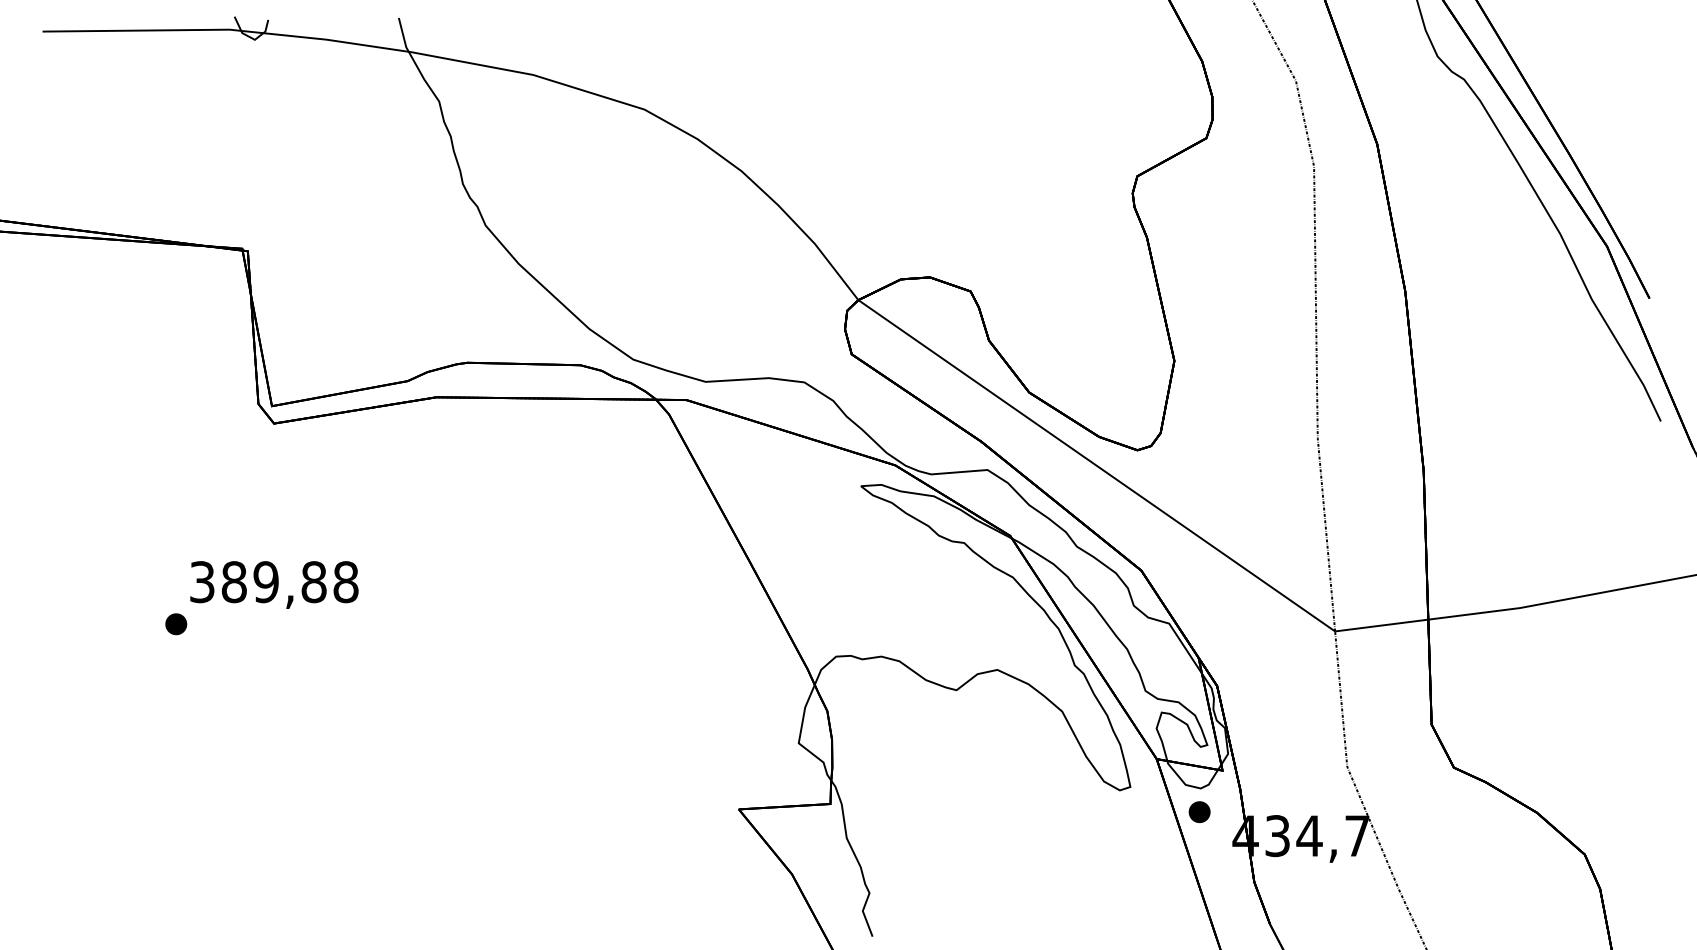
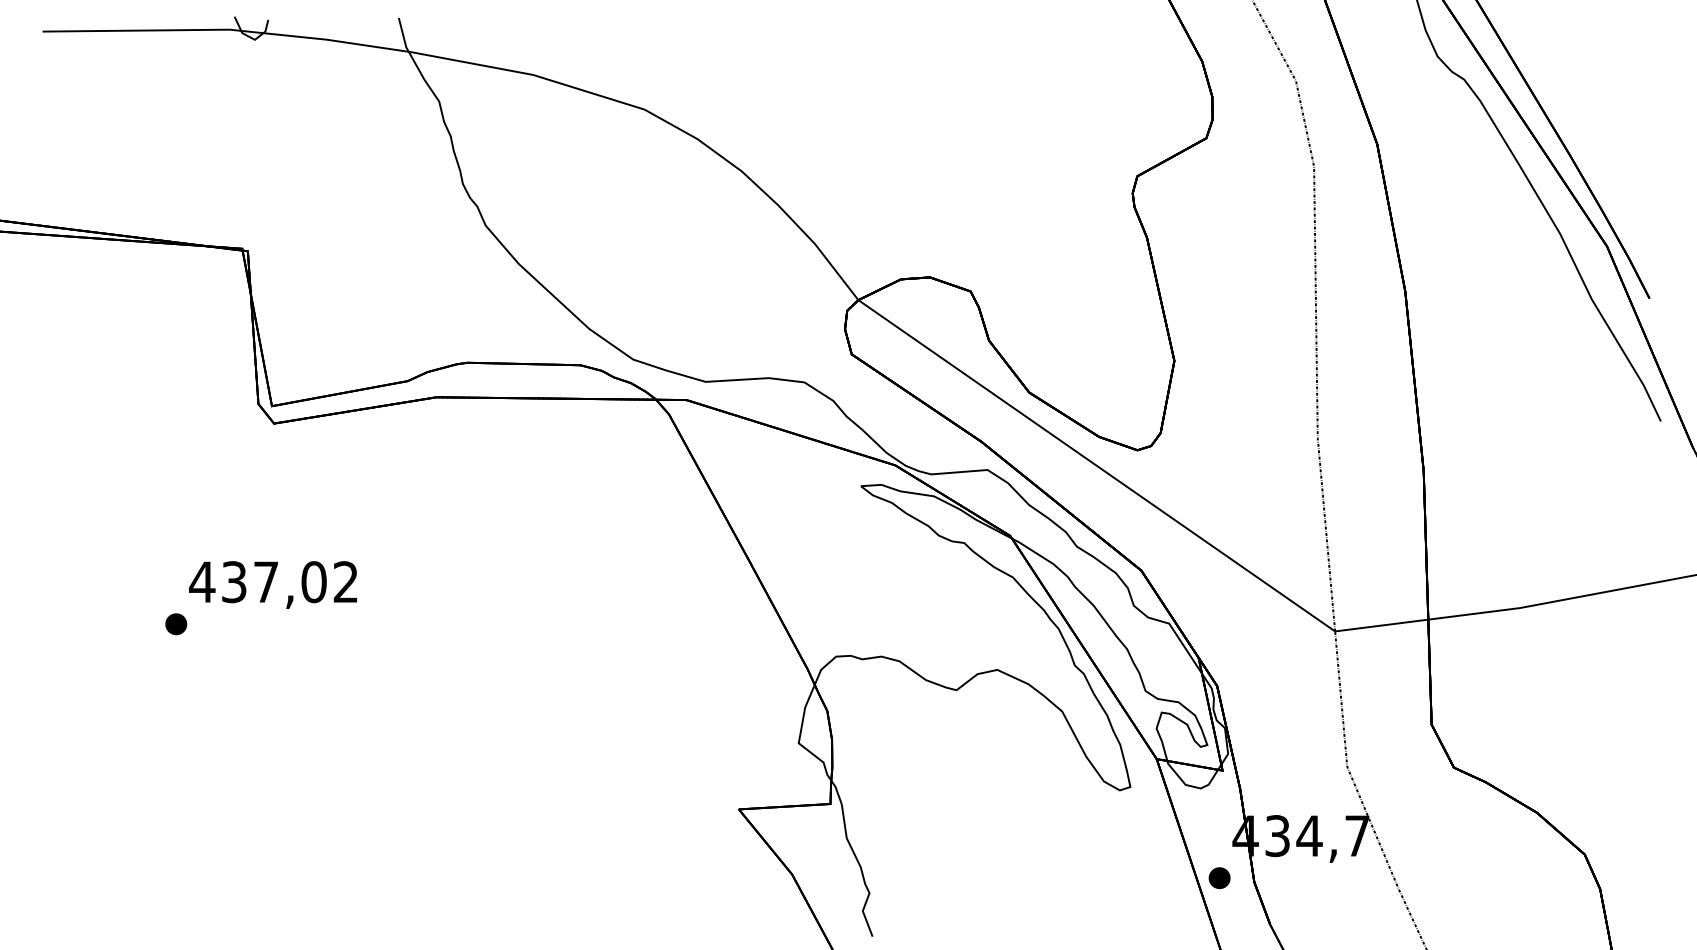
text at (273, 582): 389,88 -> 437,02
part at (1199, 811) position: (1199, 811) -> (1219, 877)
